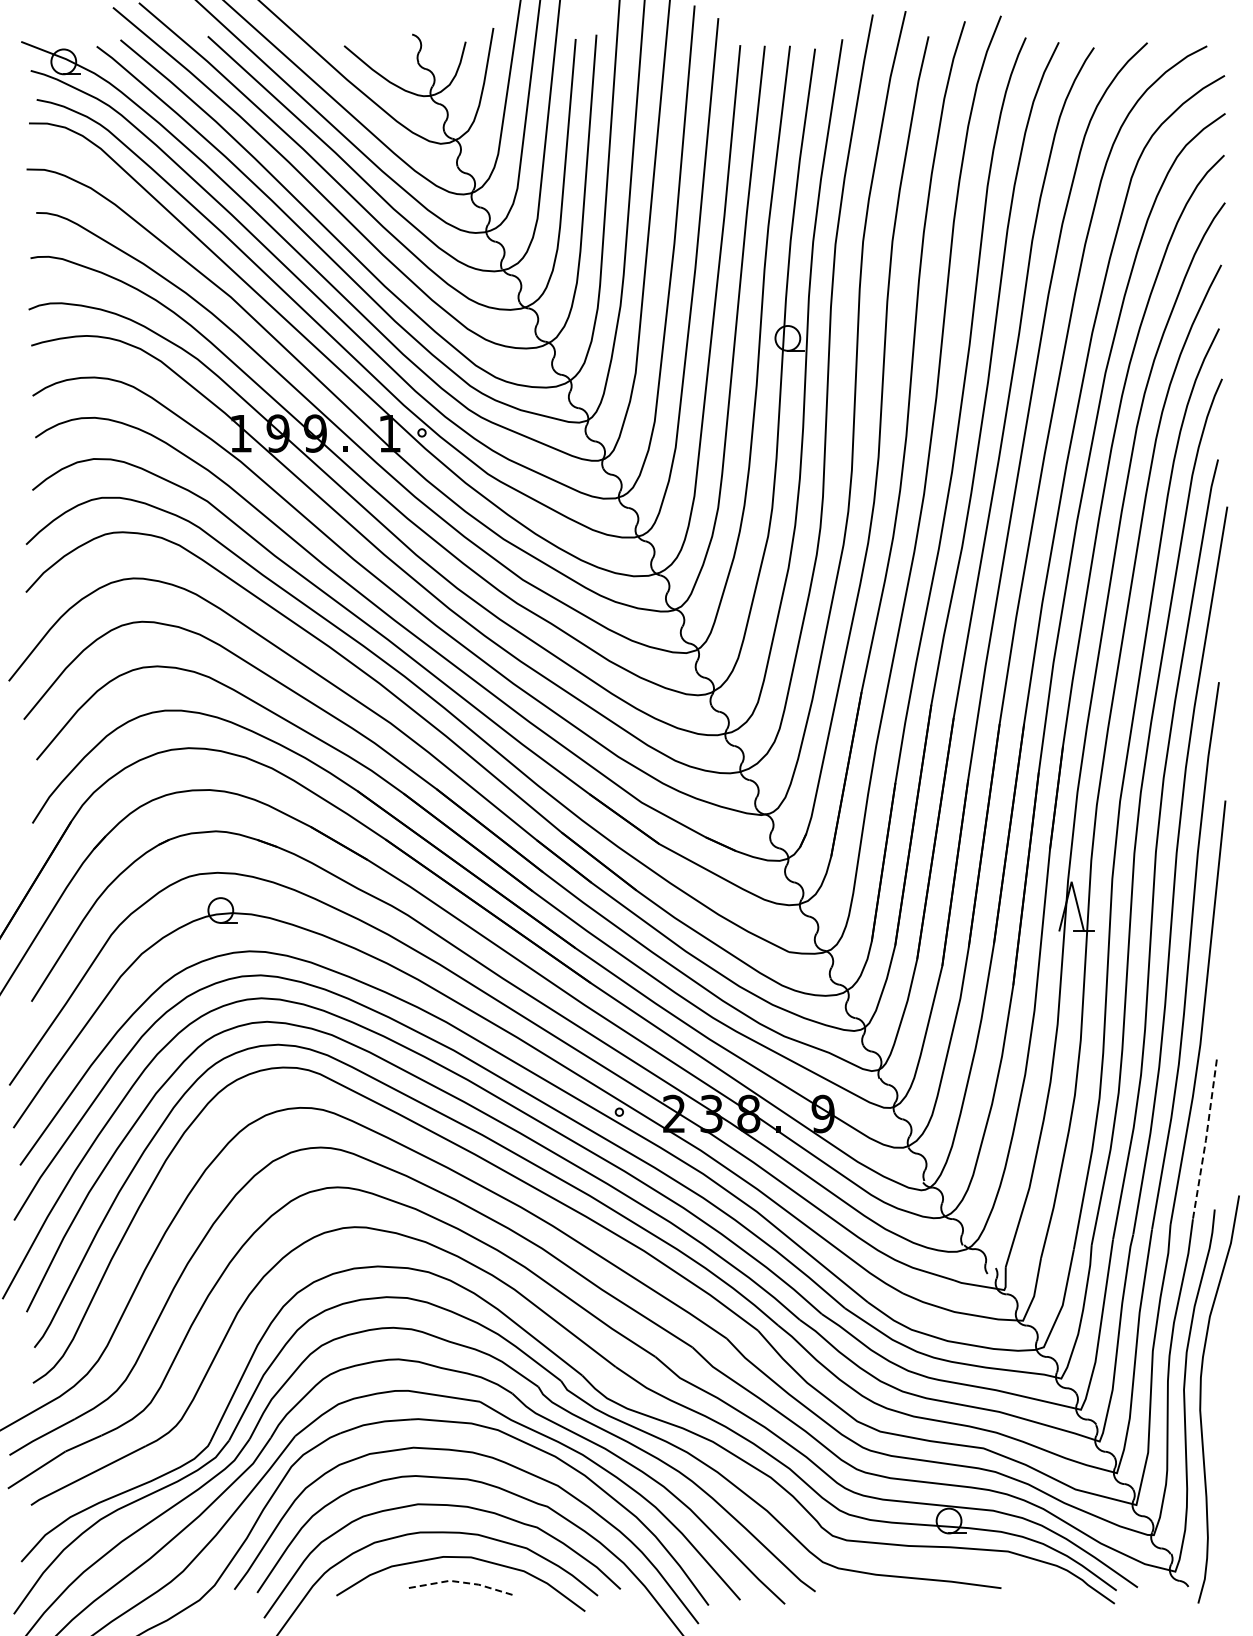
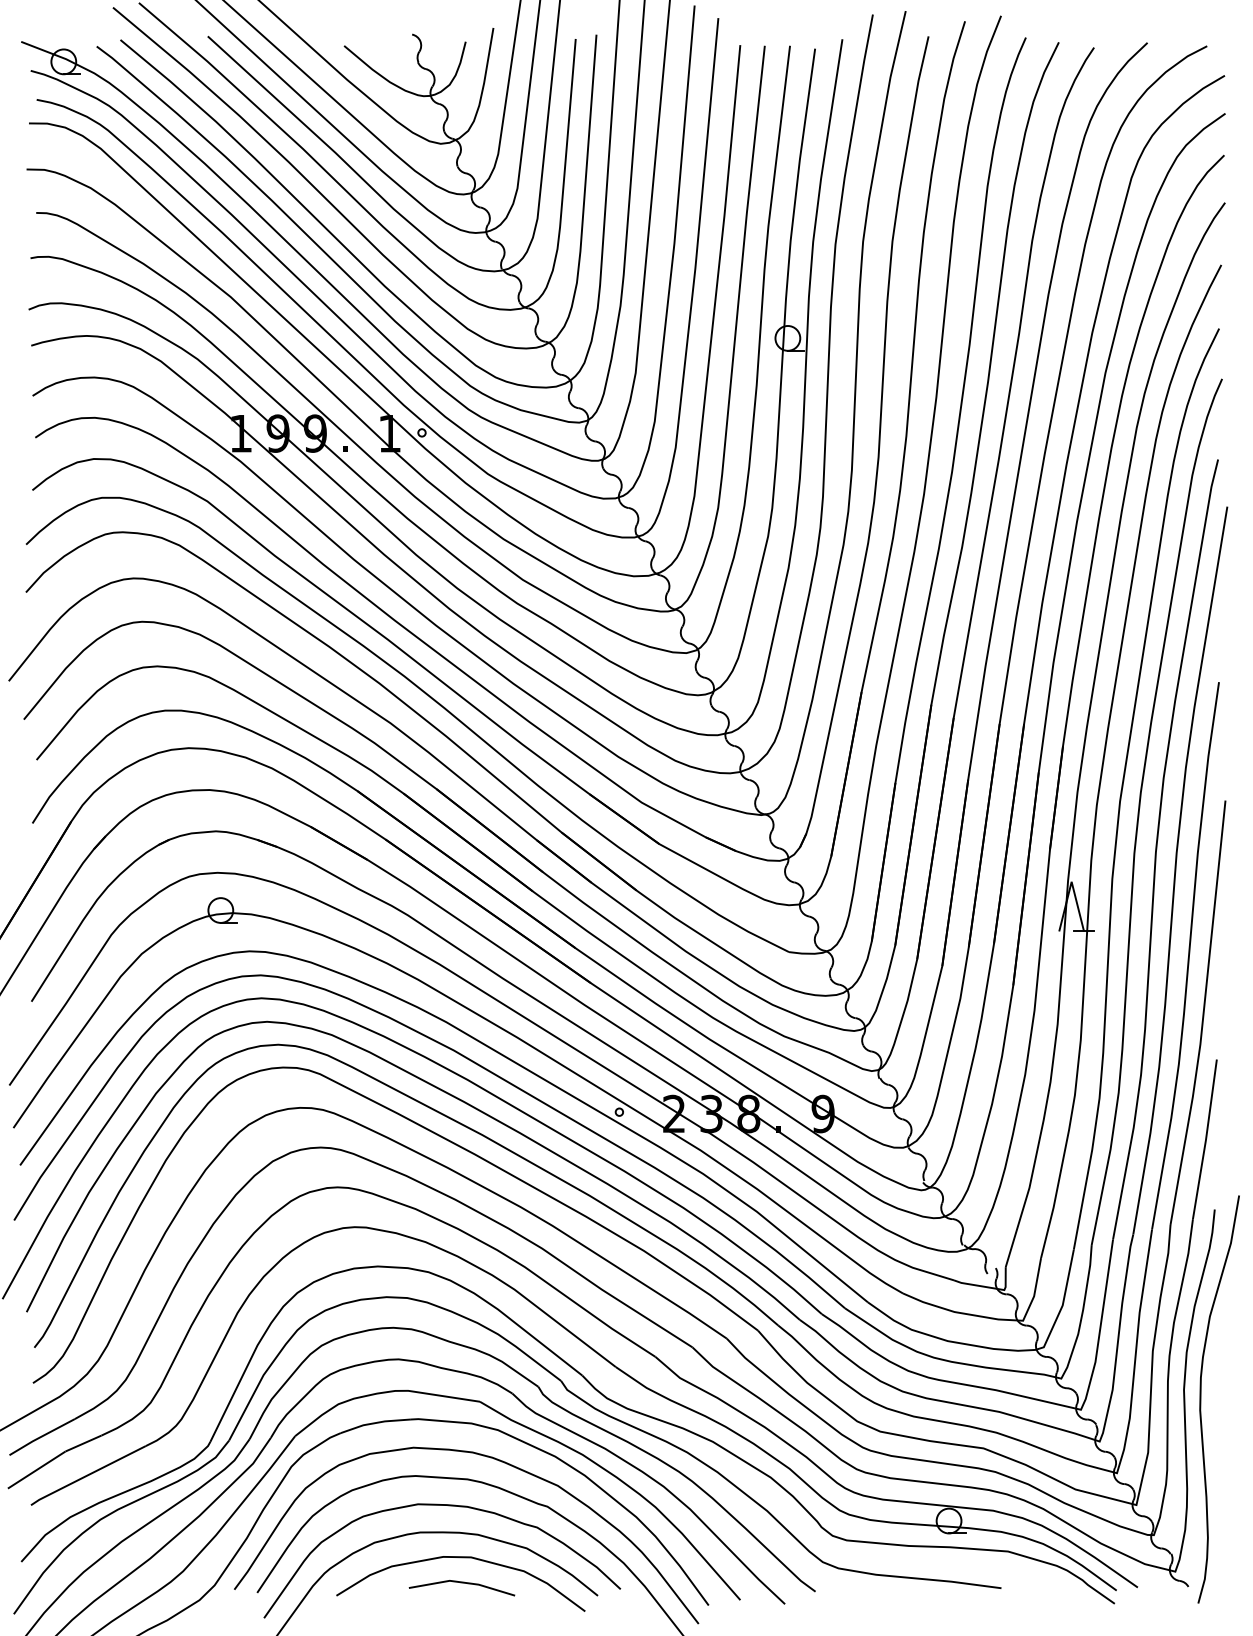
line at (1205, 1140): dashed -> solid
line at (462, 1582): dashed -> solid
